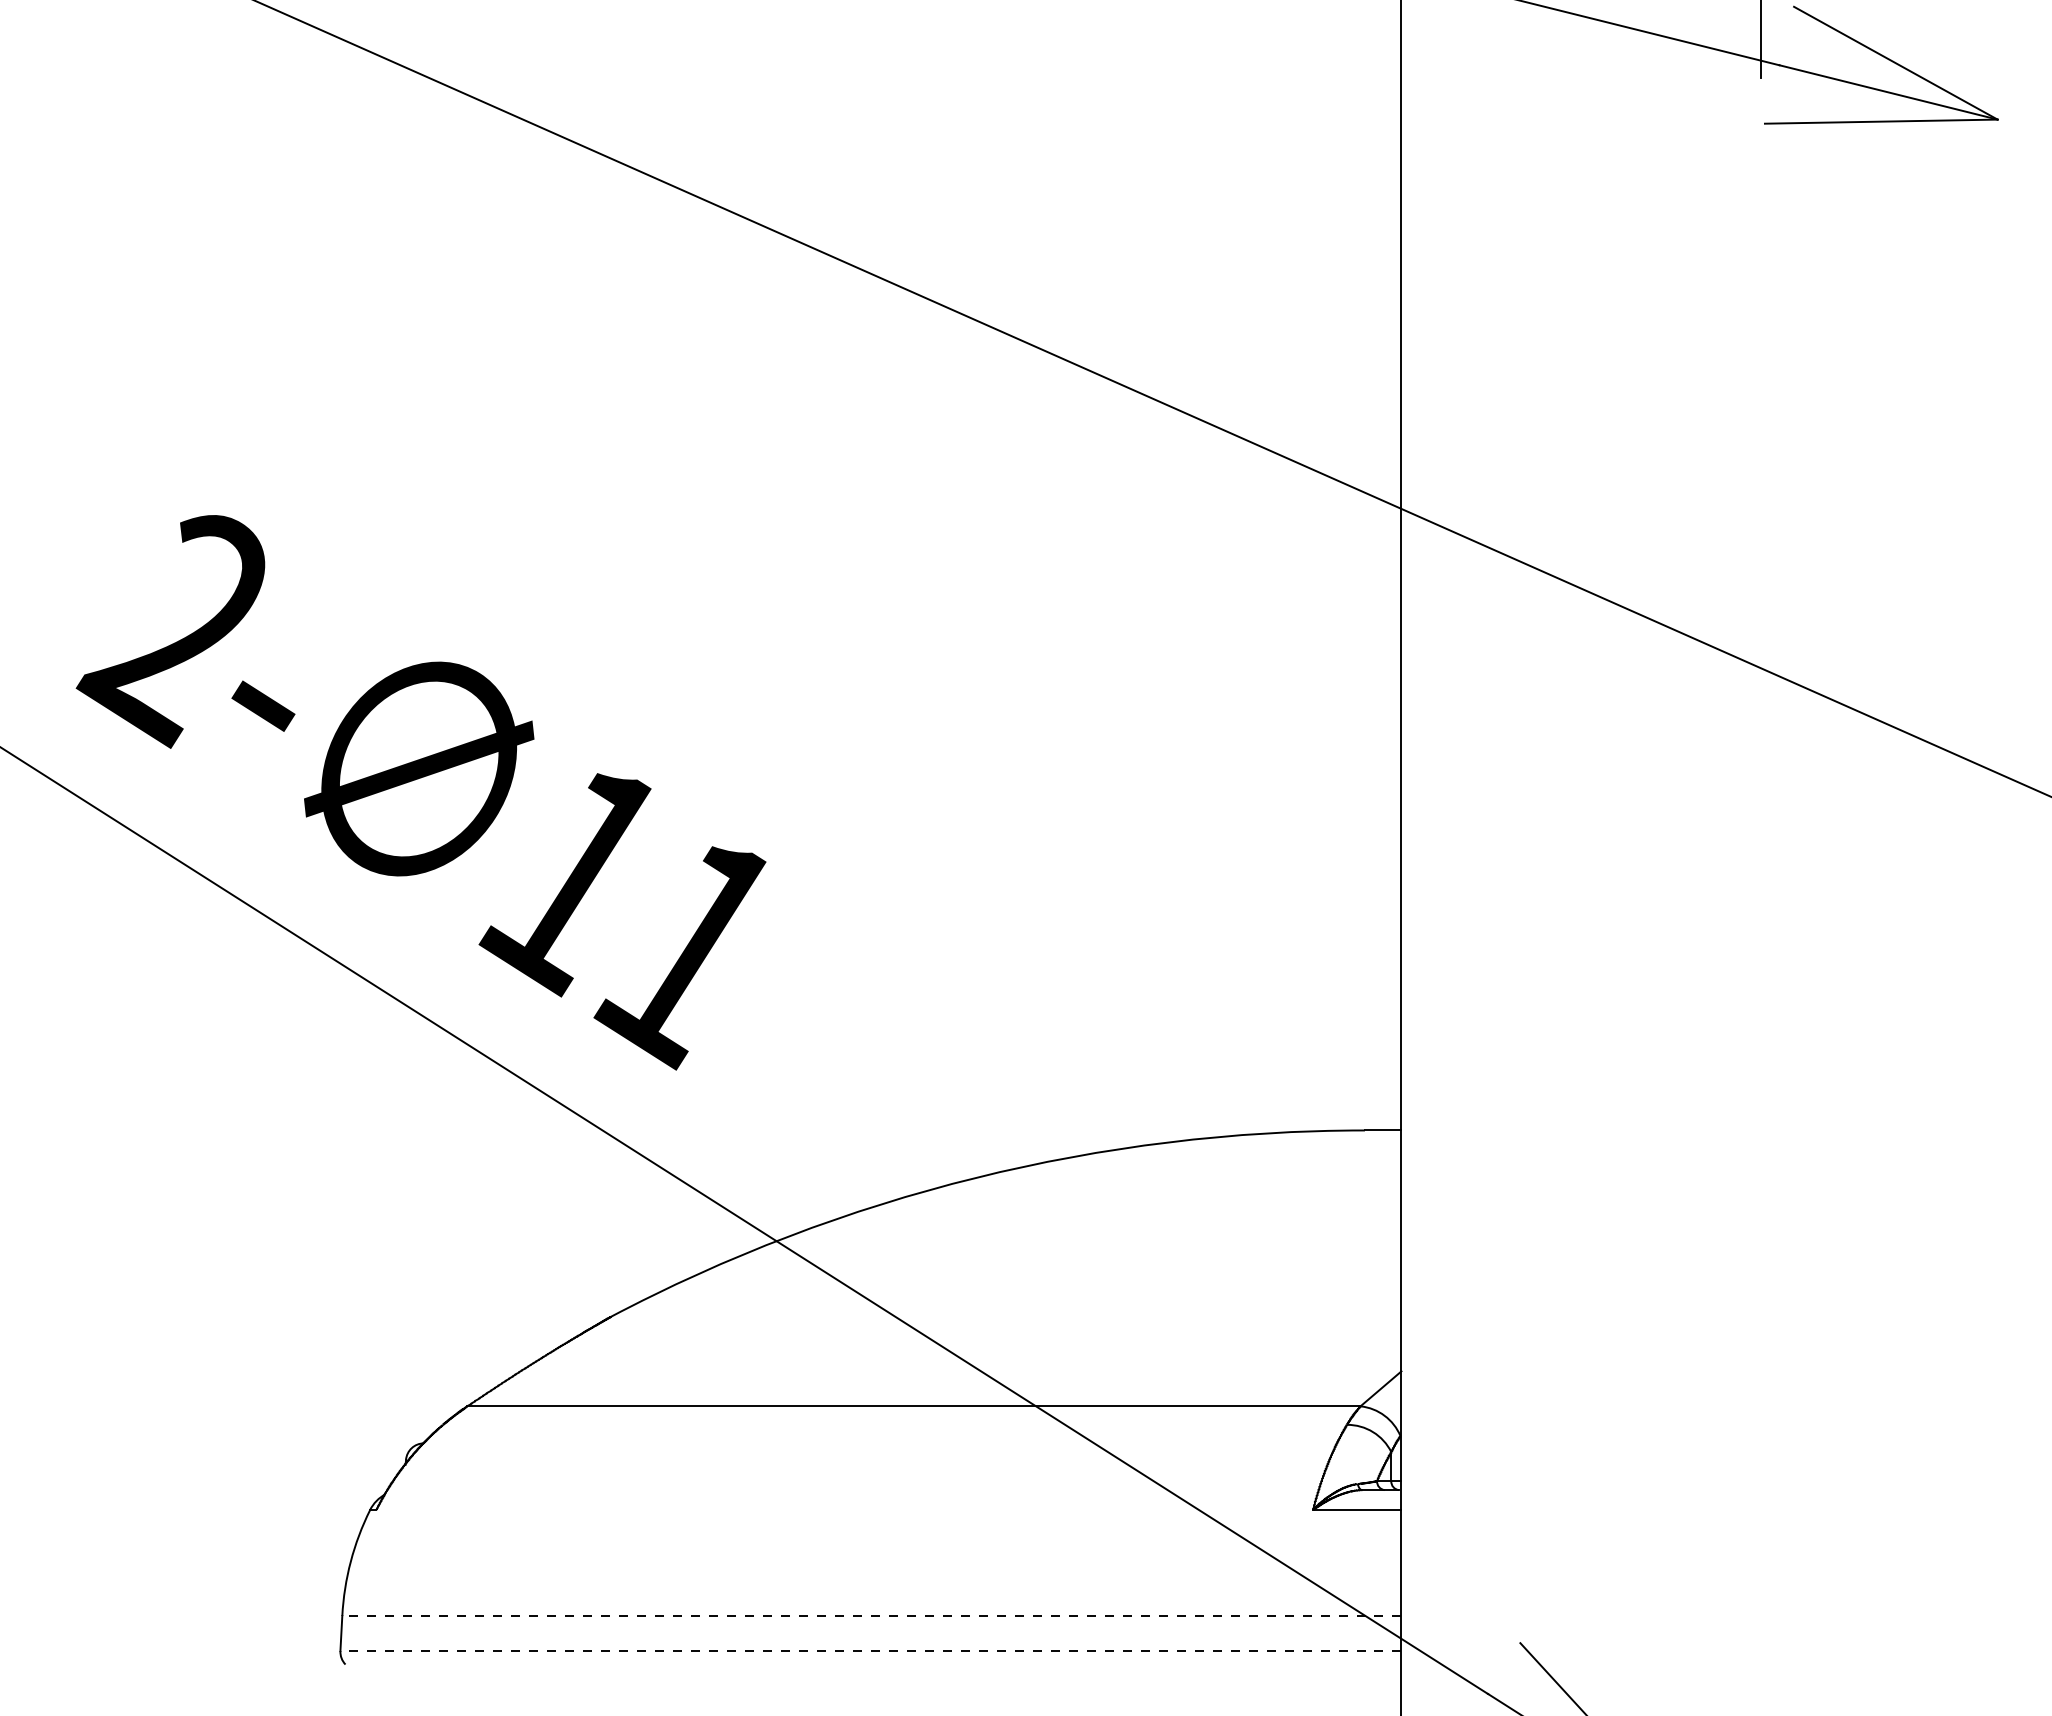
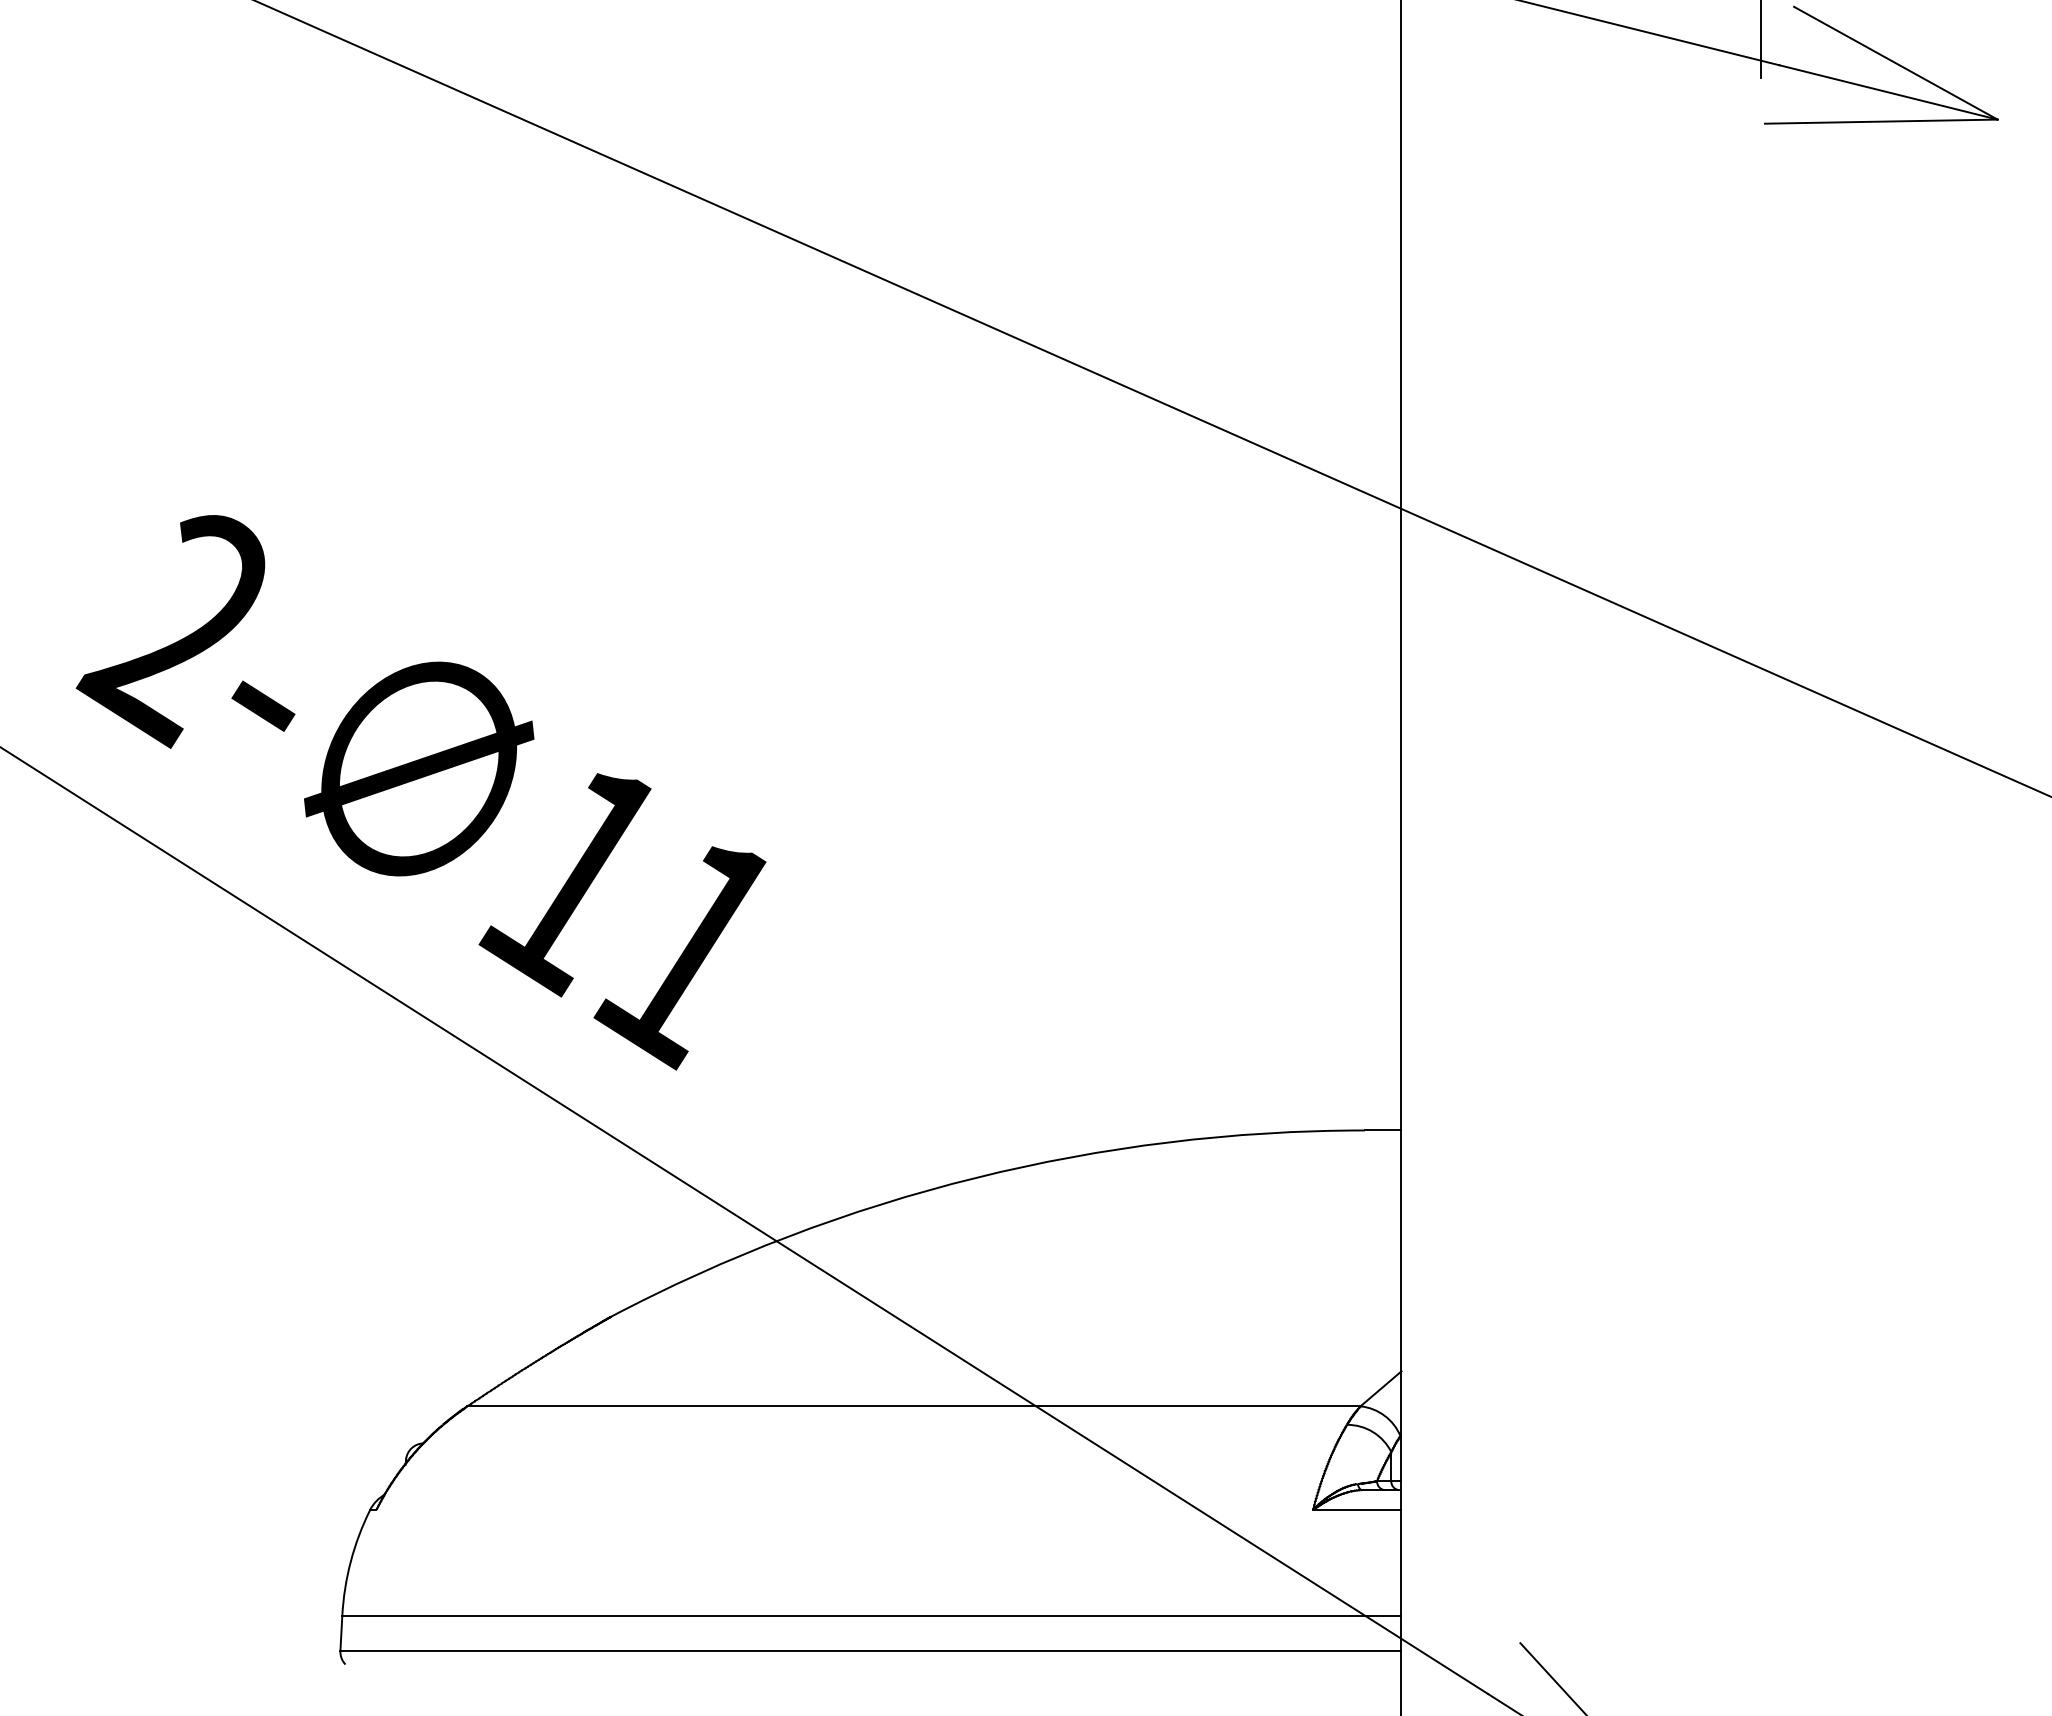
line at (871, 1616): dashed -> solid
line at (870, 1651): dashed -> solid
